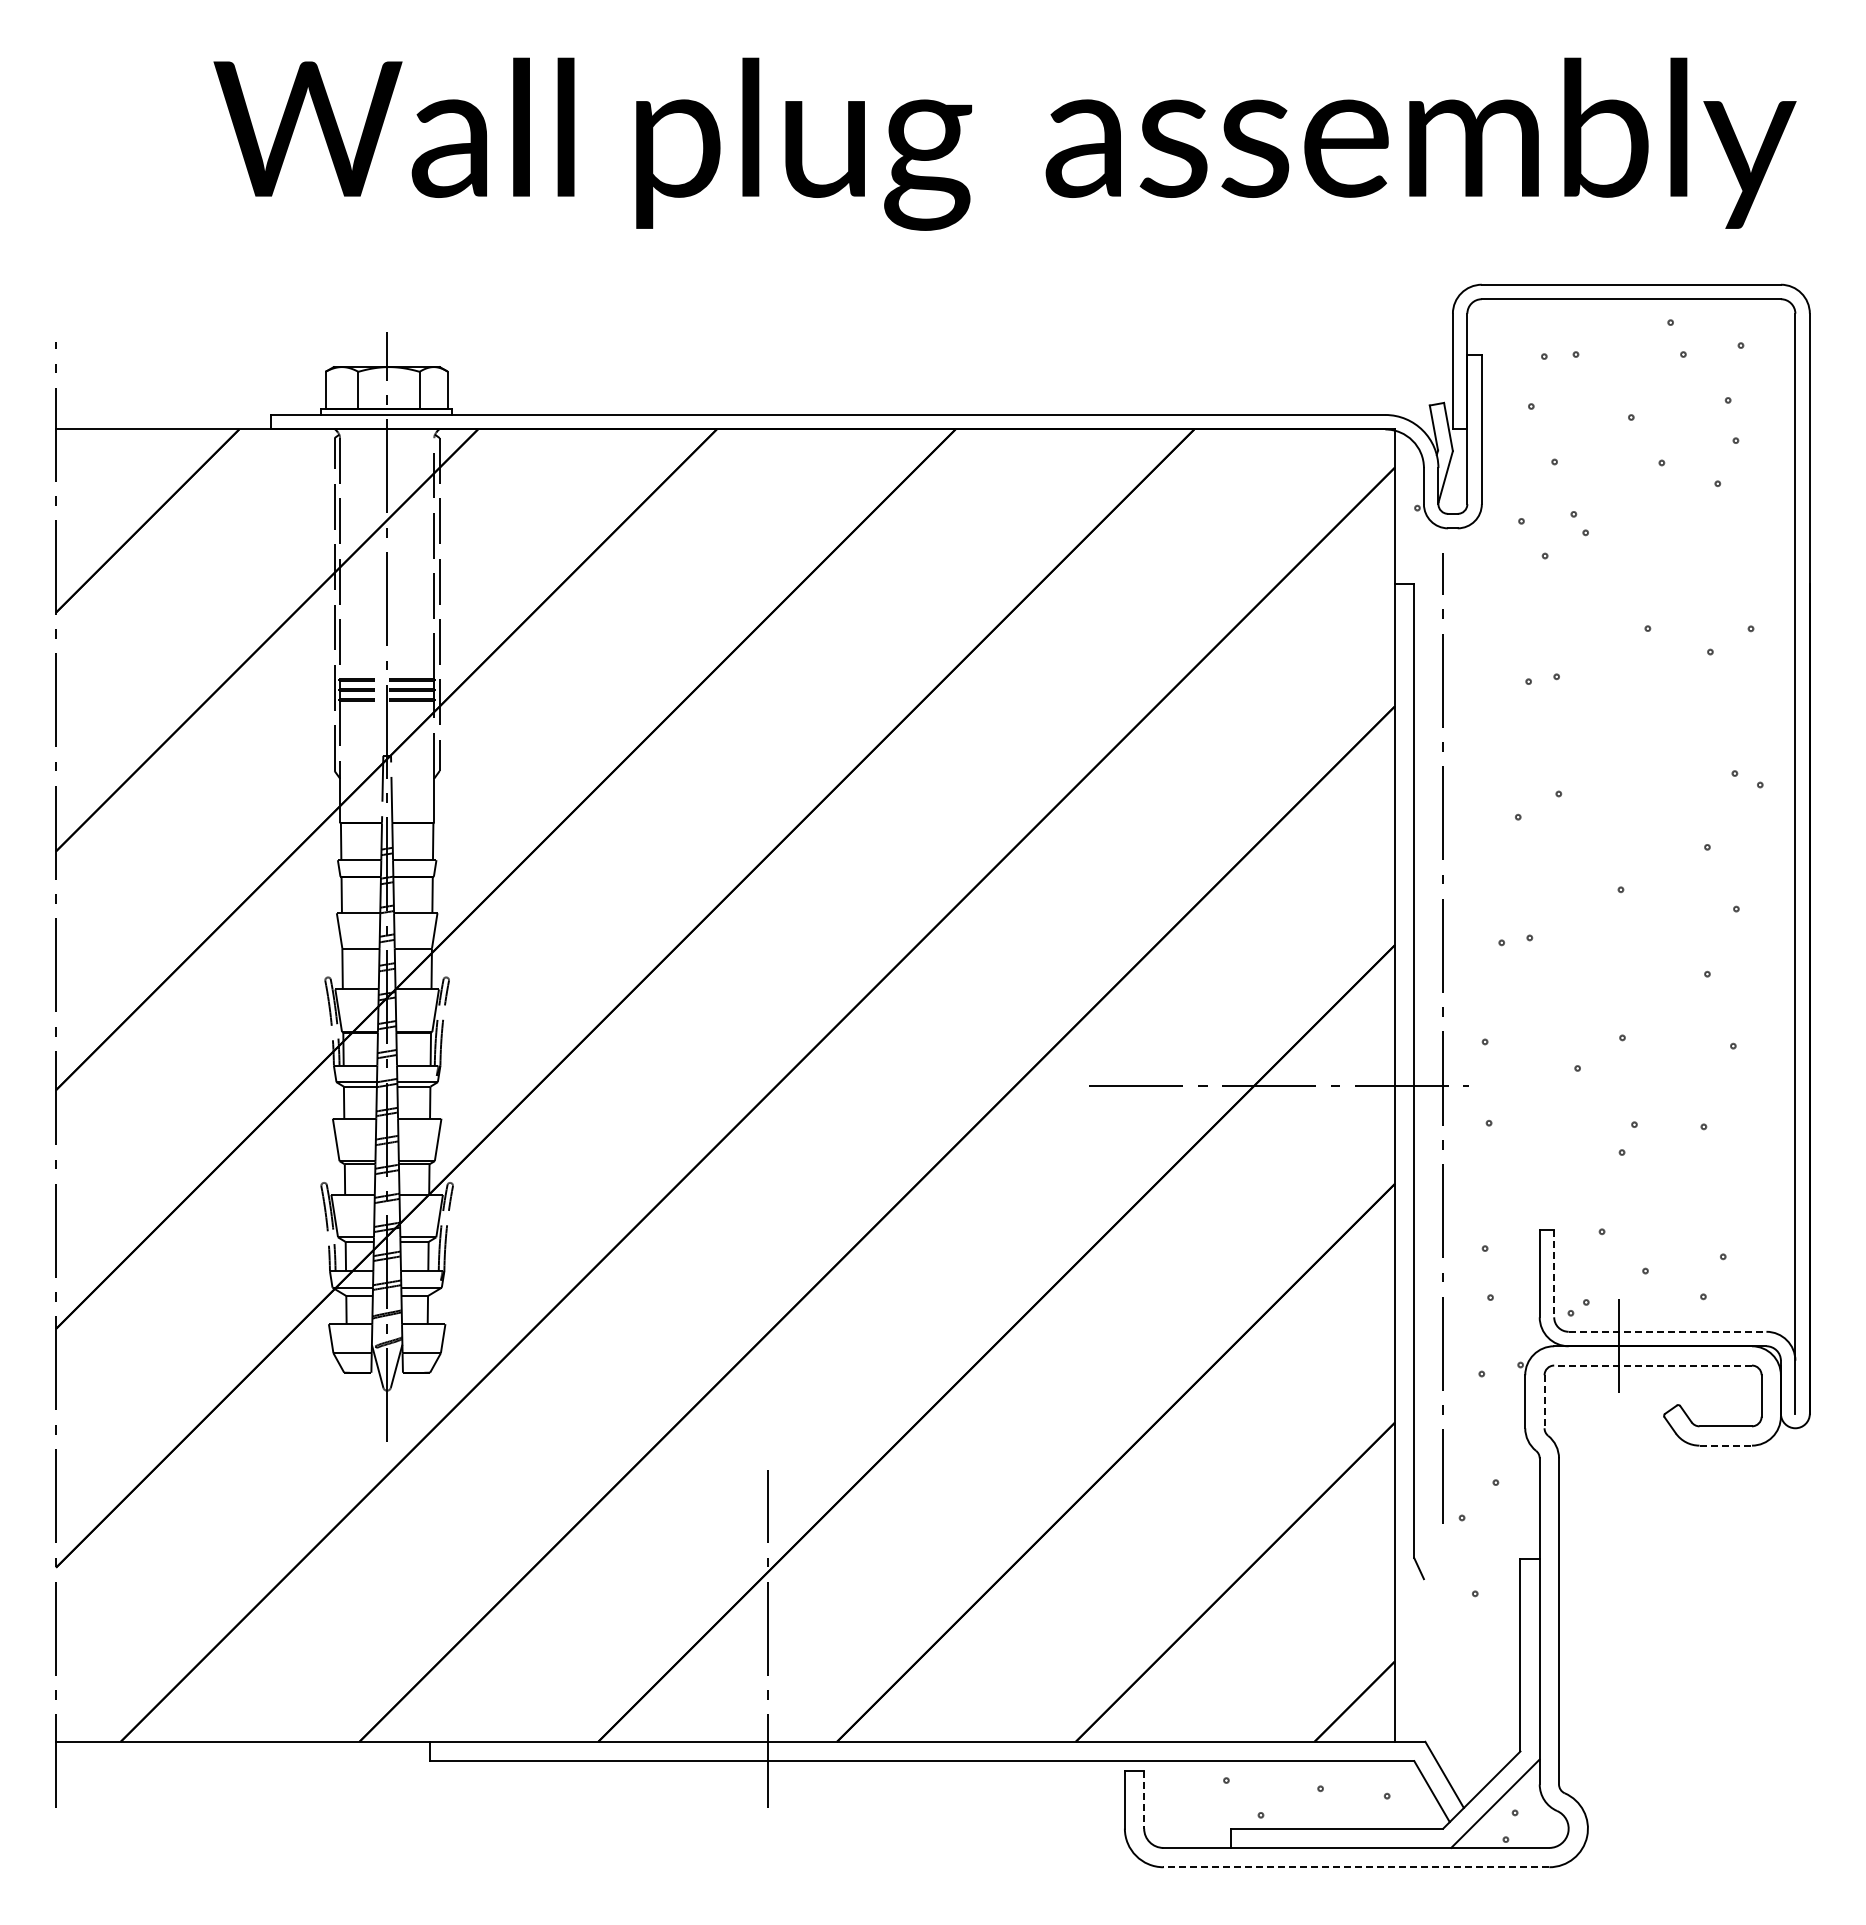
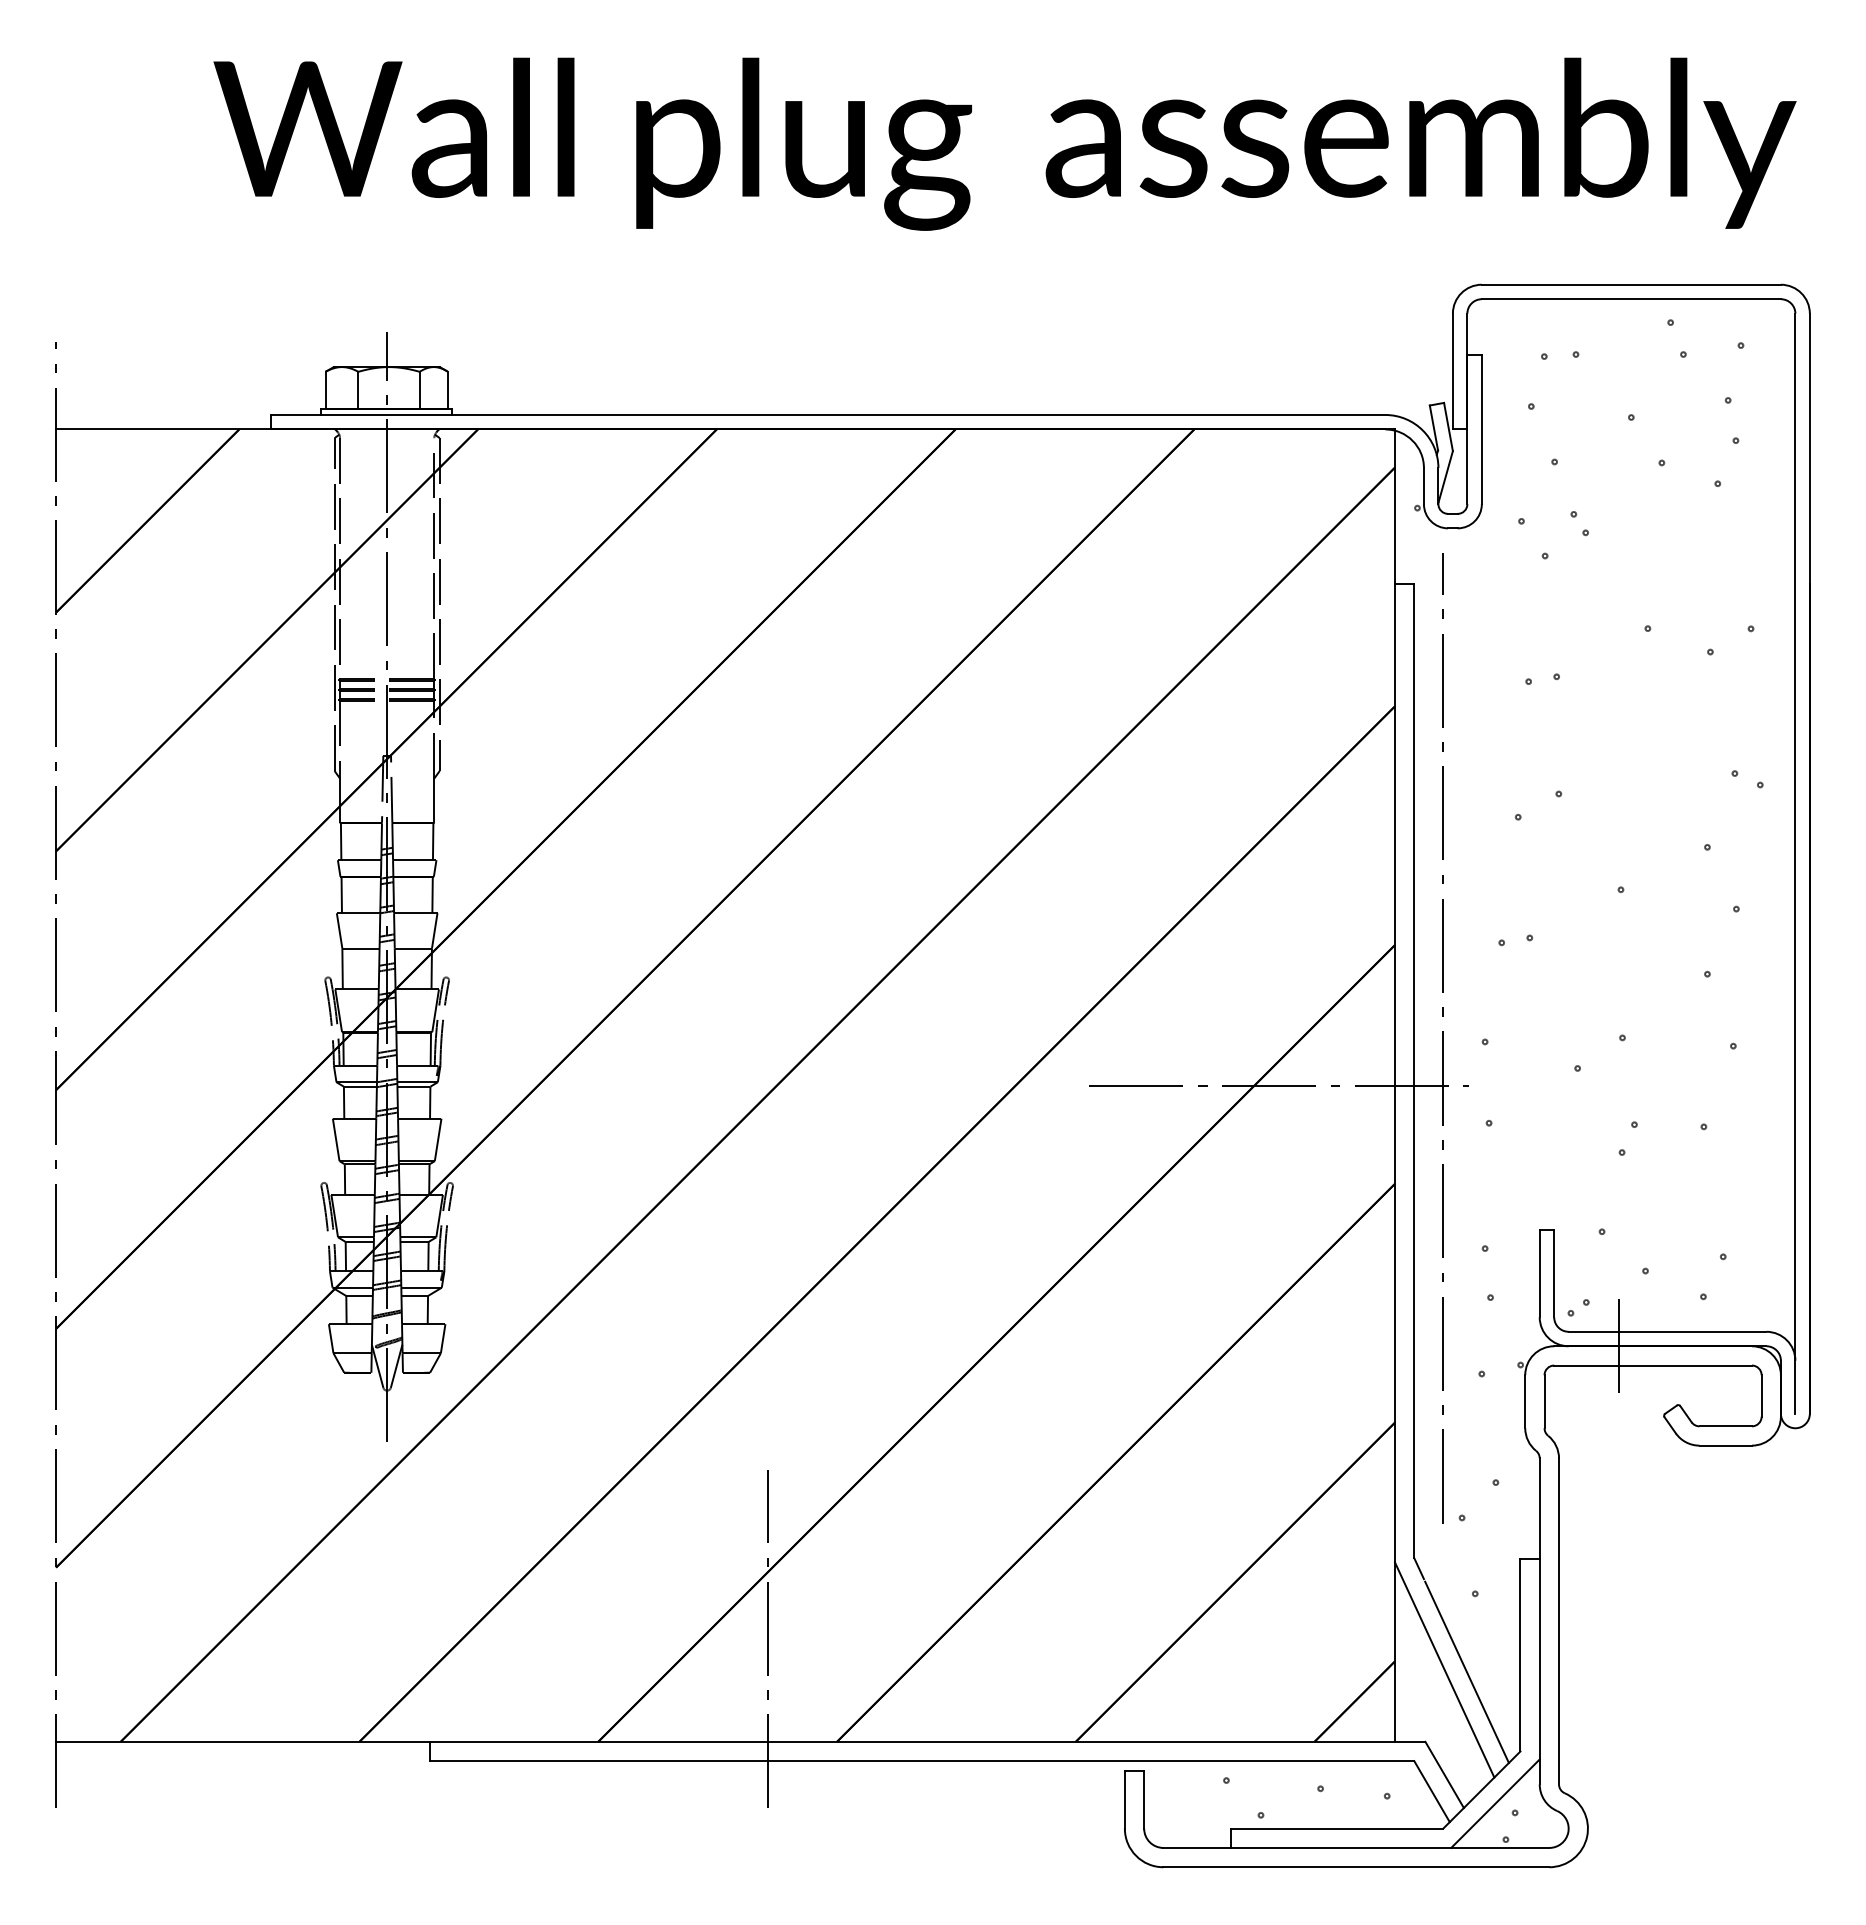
line at (1554, 1274): dashed -> solid
line at (1667, 1331): dashed -> solid
line at (1653, 1365): dashed -> solid
line at (1544, 1401): dashed -> solid
line at (1726, 1445): dashed -> solid
line at (1444, 1669): none -> present
line at (1466, 1672): none -> present
line at (1144, 1799): dashed -> solid
line at (1356, 1867): dashed -> solid
